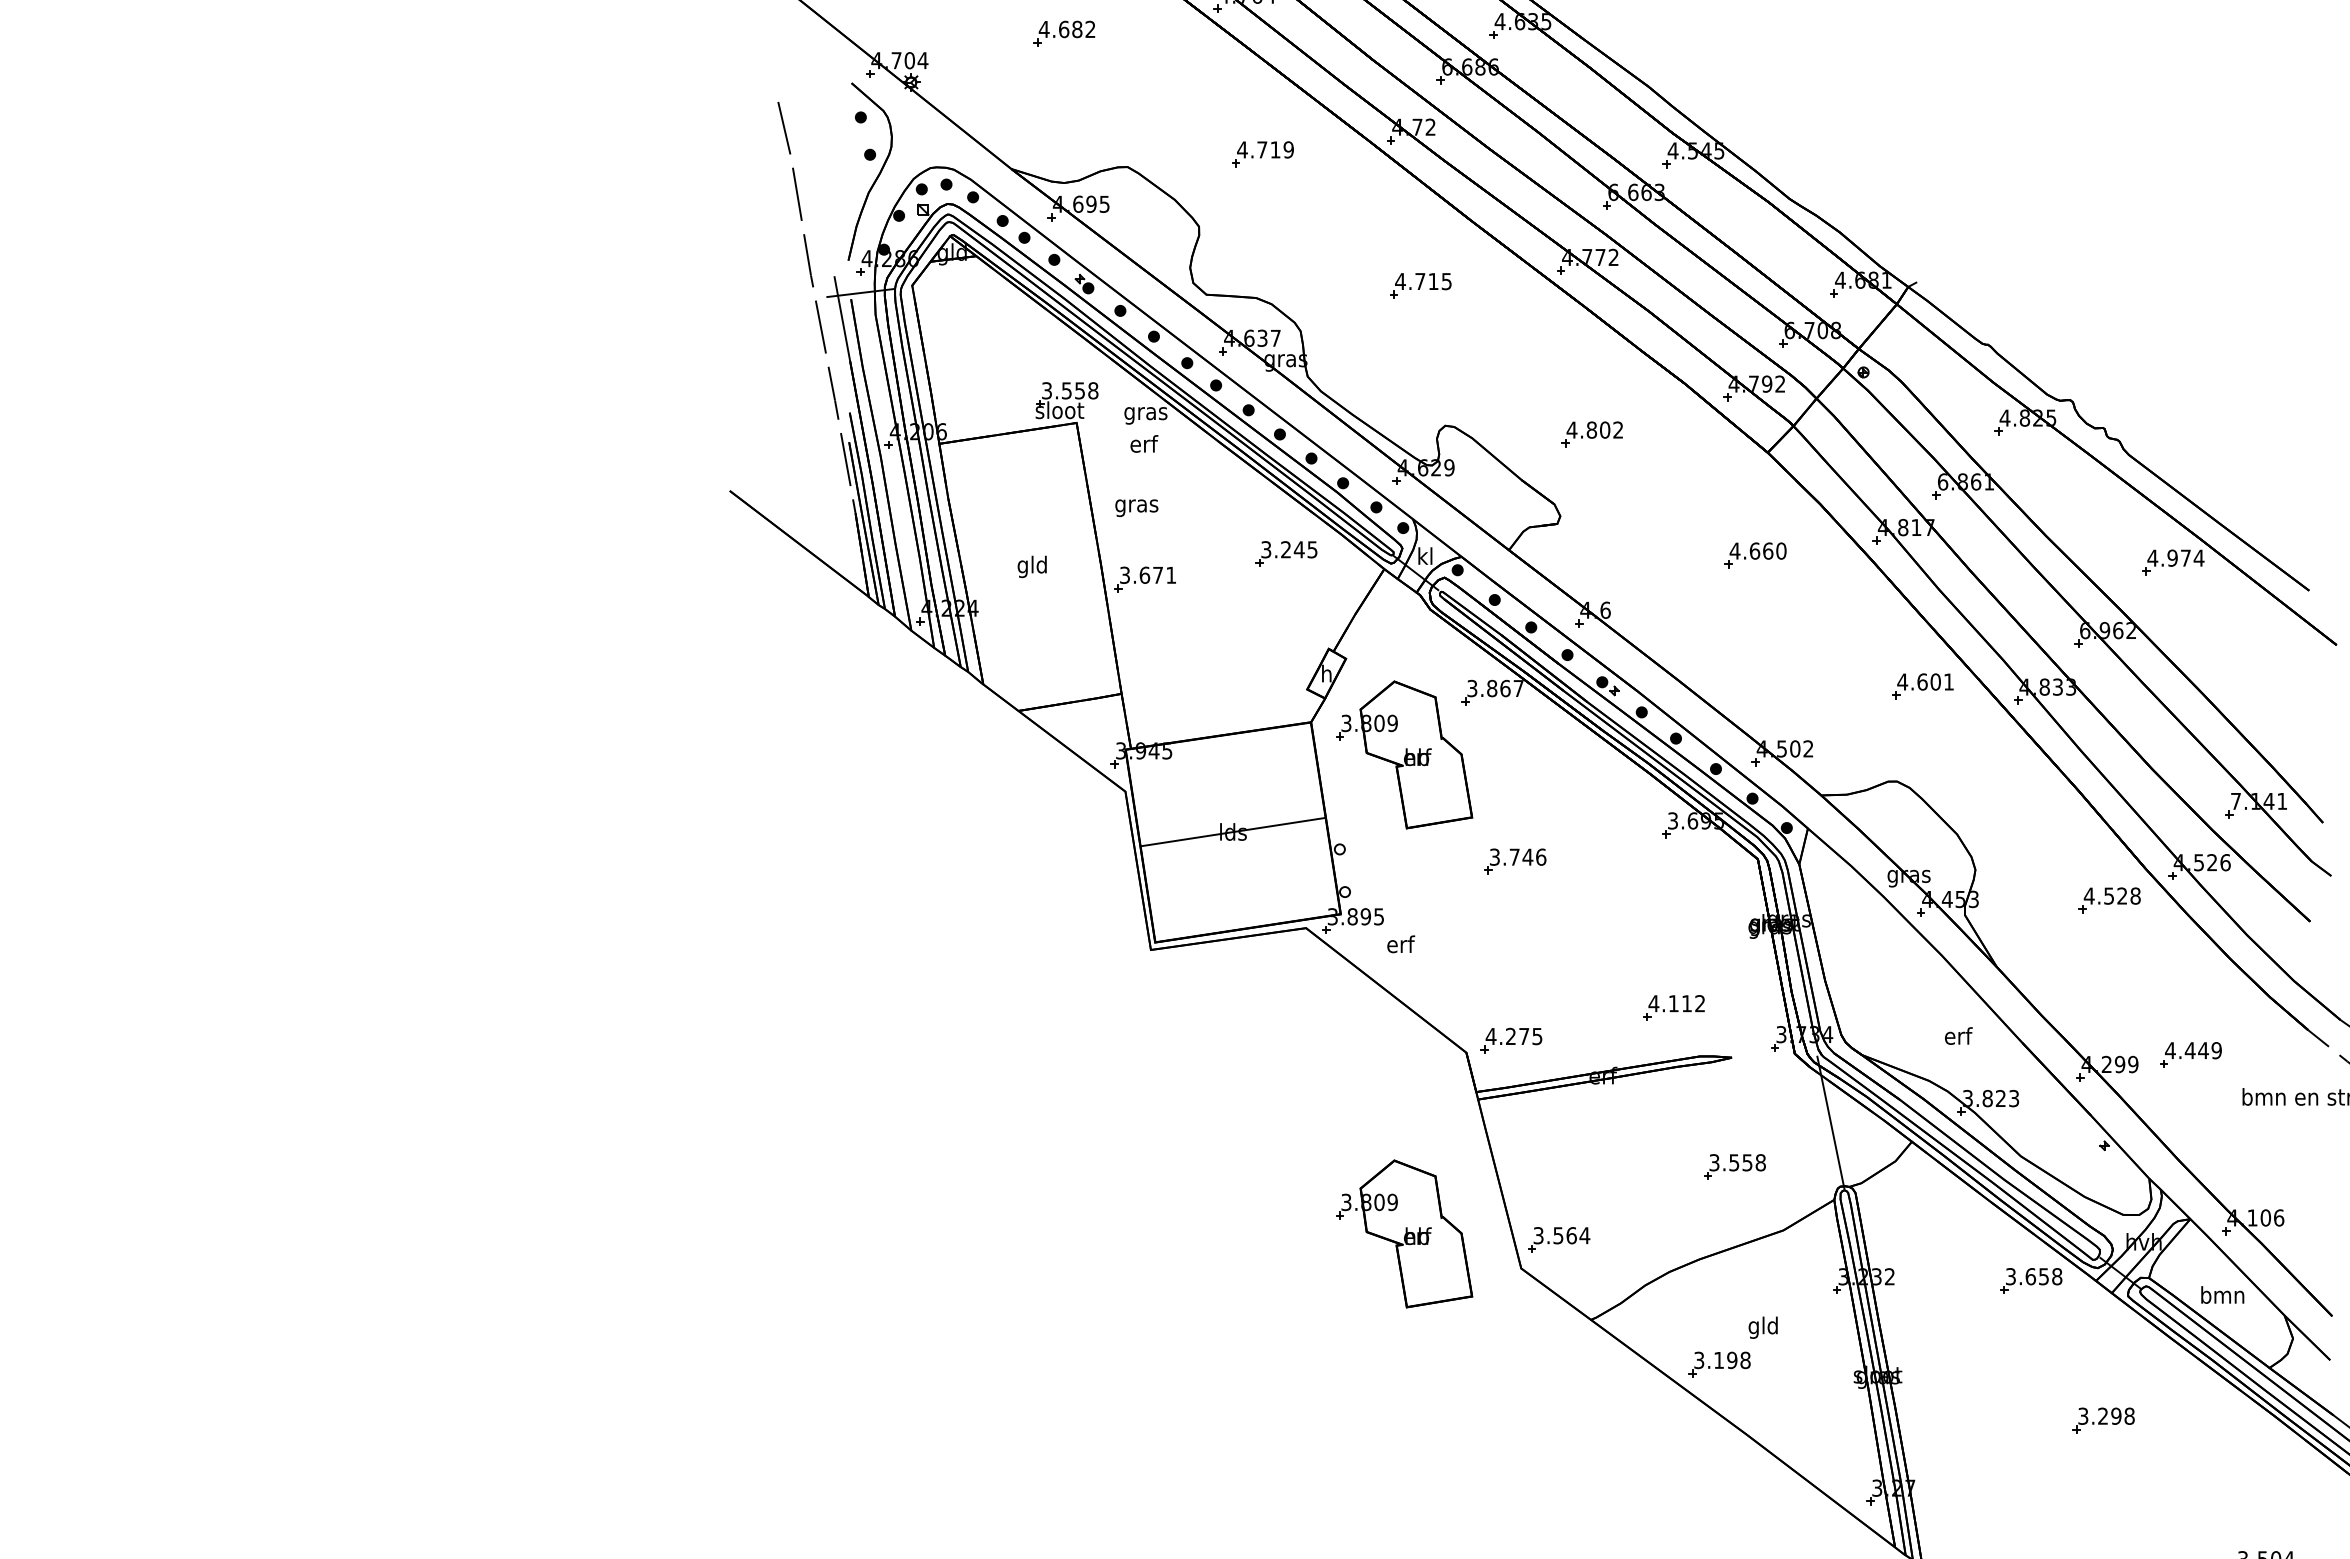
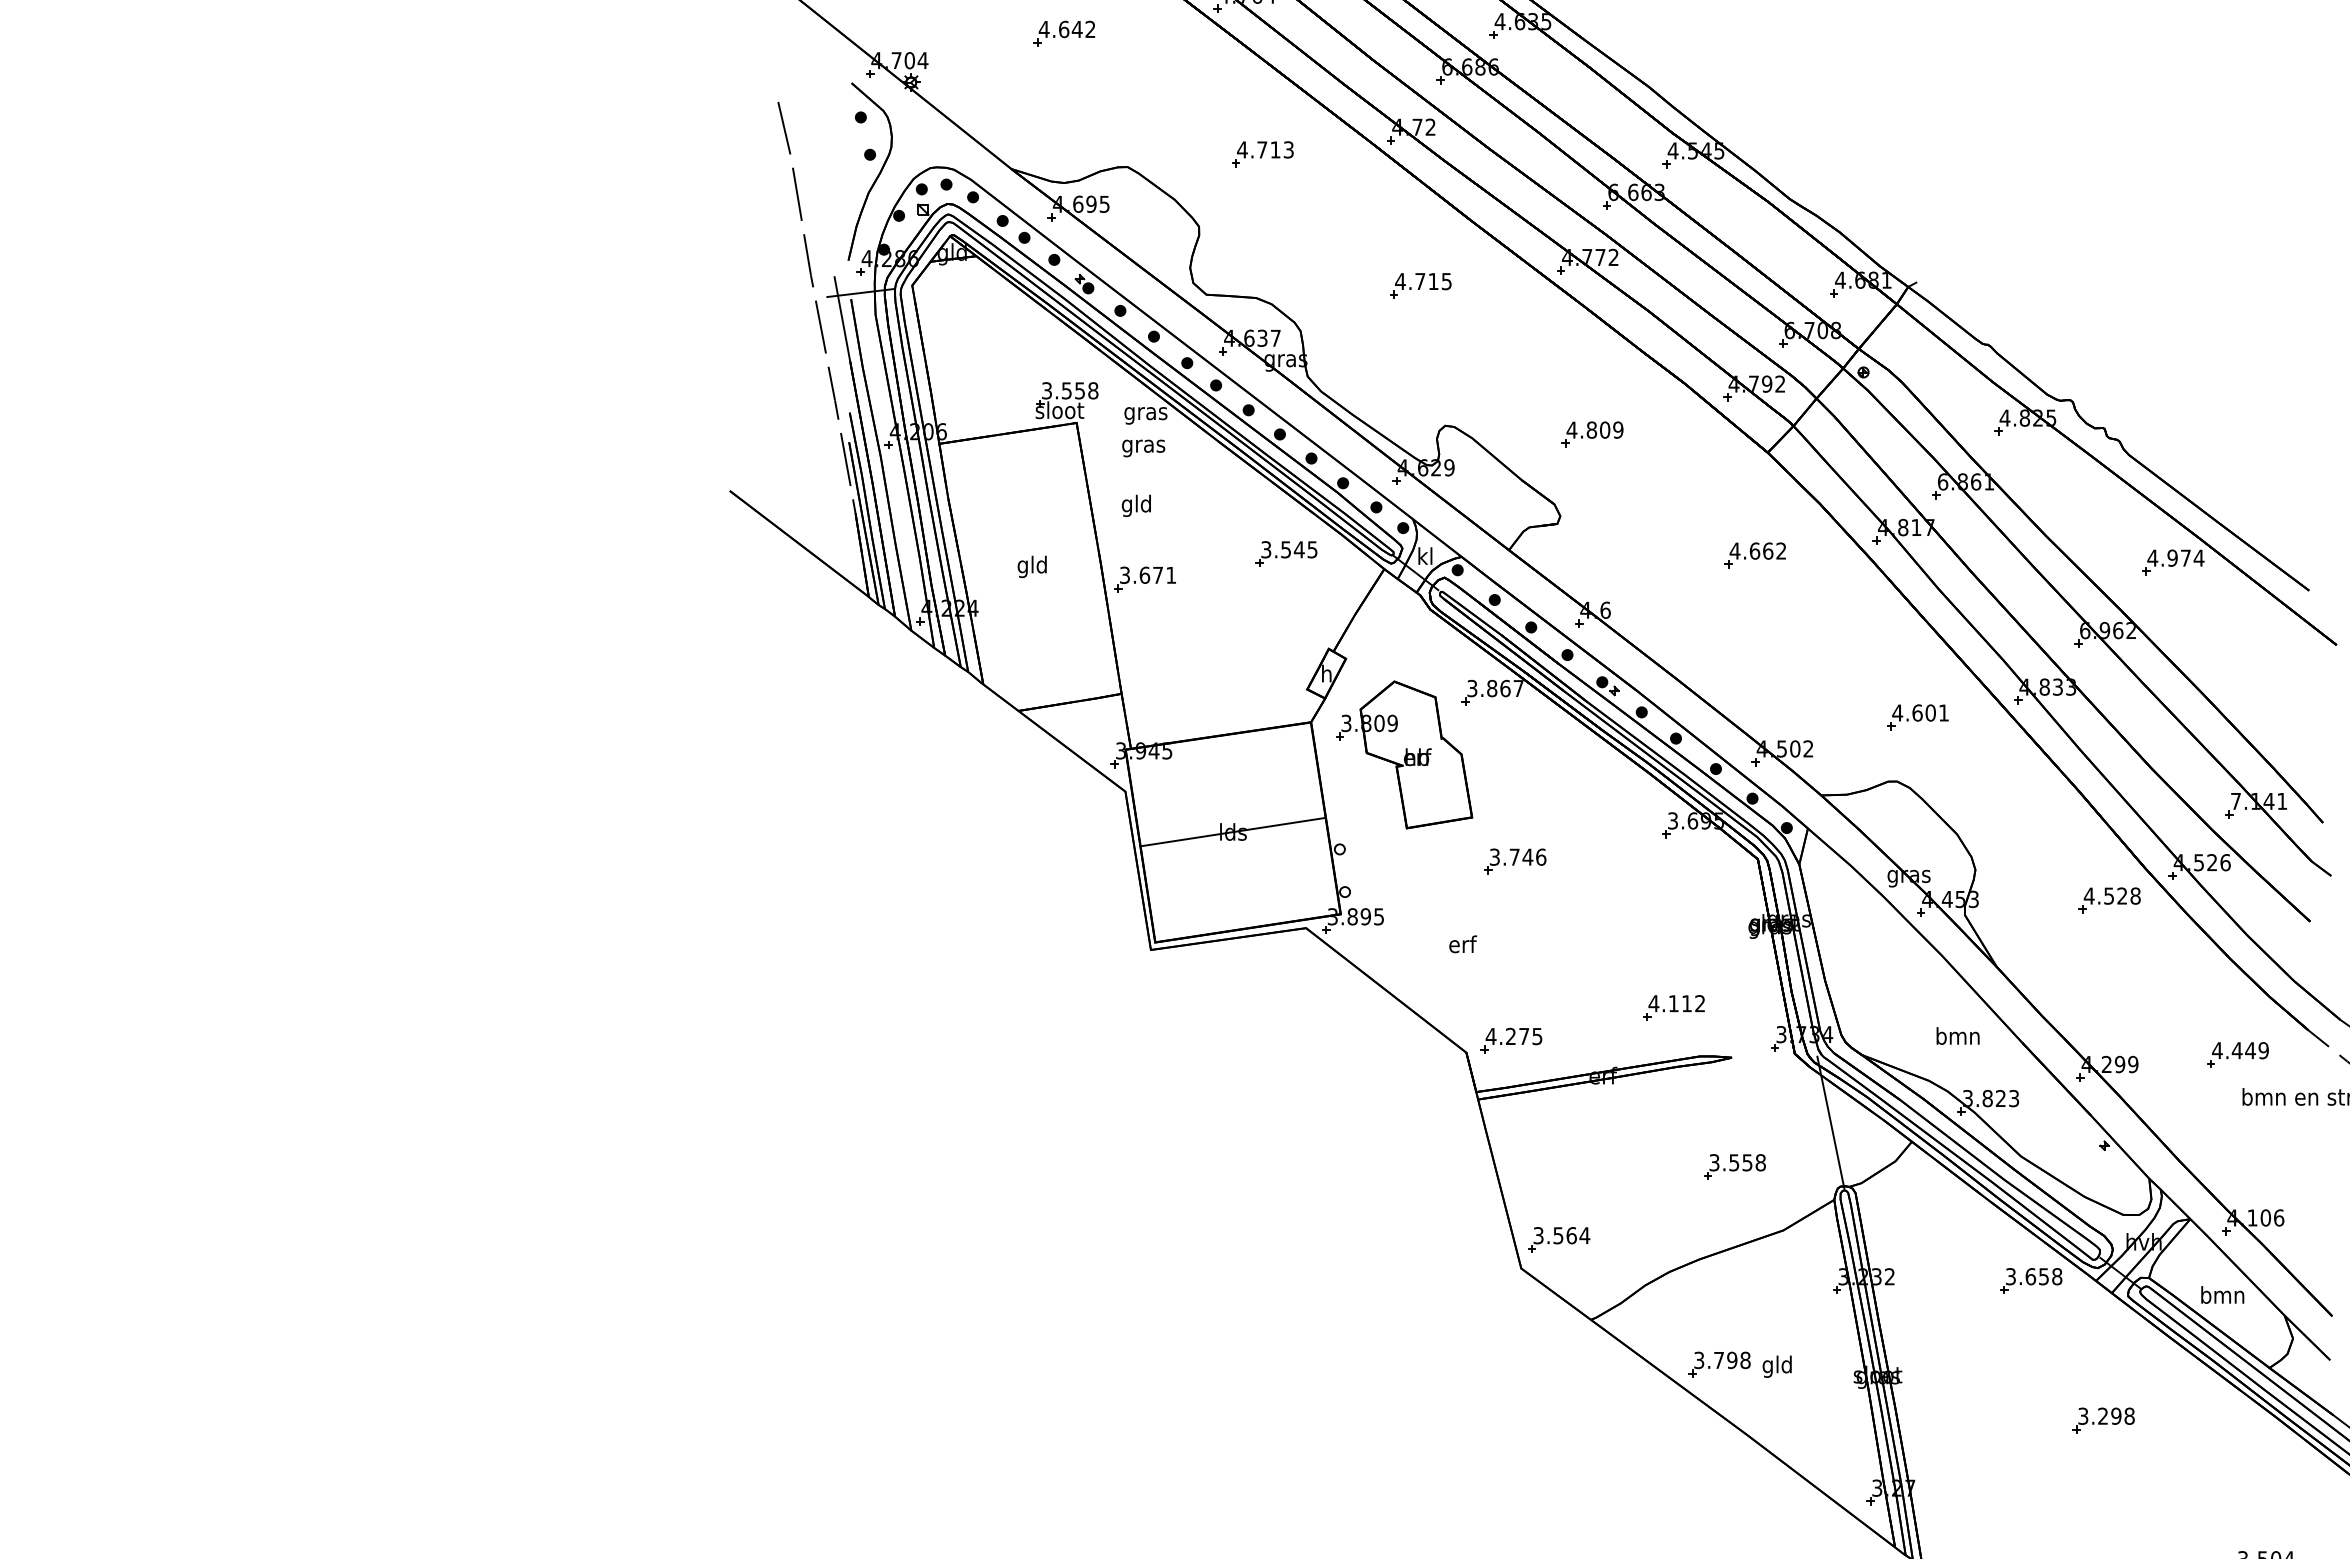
text at (1076, 29): 4.682 -> 4.642
text at (1288, 149): 4.719 -> 4.713
text at (1618, 429): 4.802 -> 4.809
text at (1143, 446): erf -> gras
text at (1136, 505): gras -> gld
text at (1285, 549): 3.245 -> 3.545
text at (1781, 550): 4.660 -> 4.662
part at (1922, 686) position: (1922, 686) -> (1917, 717)
text at (1401, 944) position: (1401, 944) -> (1463, 944)
text at (1957, 1035): erf -> bmn
part at (2190, 1054) position: (2190, 1054) -> (2237, 1054)
part at (1404, 1233): present -> none
text at (1762, 1327) position: (1762, 1327) -> (1776, 1366)
text at (1718, 1360): 3.198 -> 3.798
